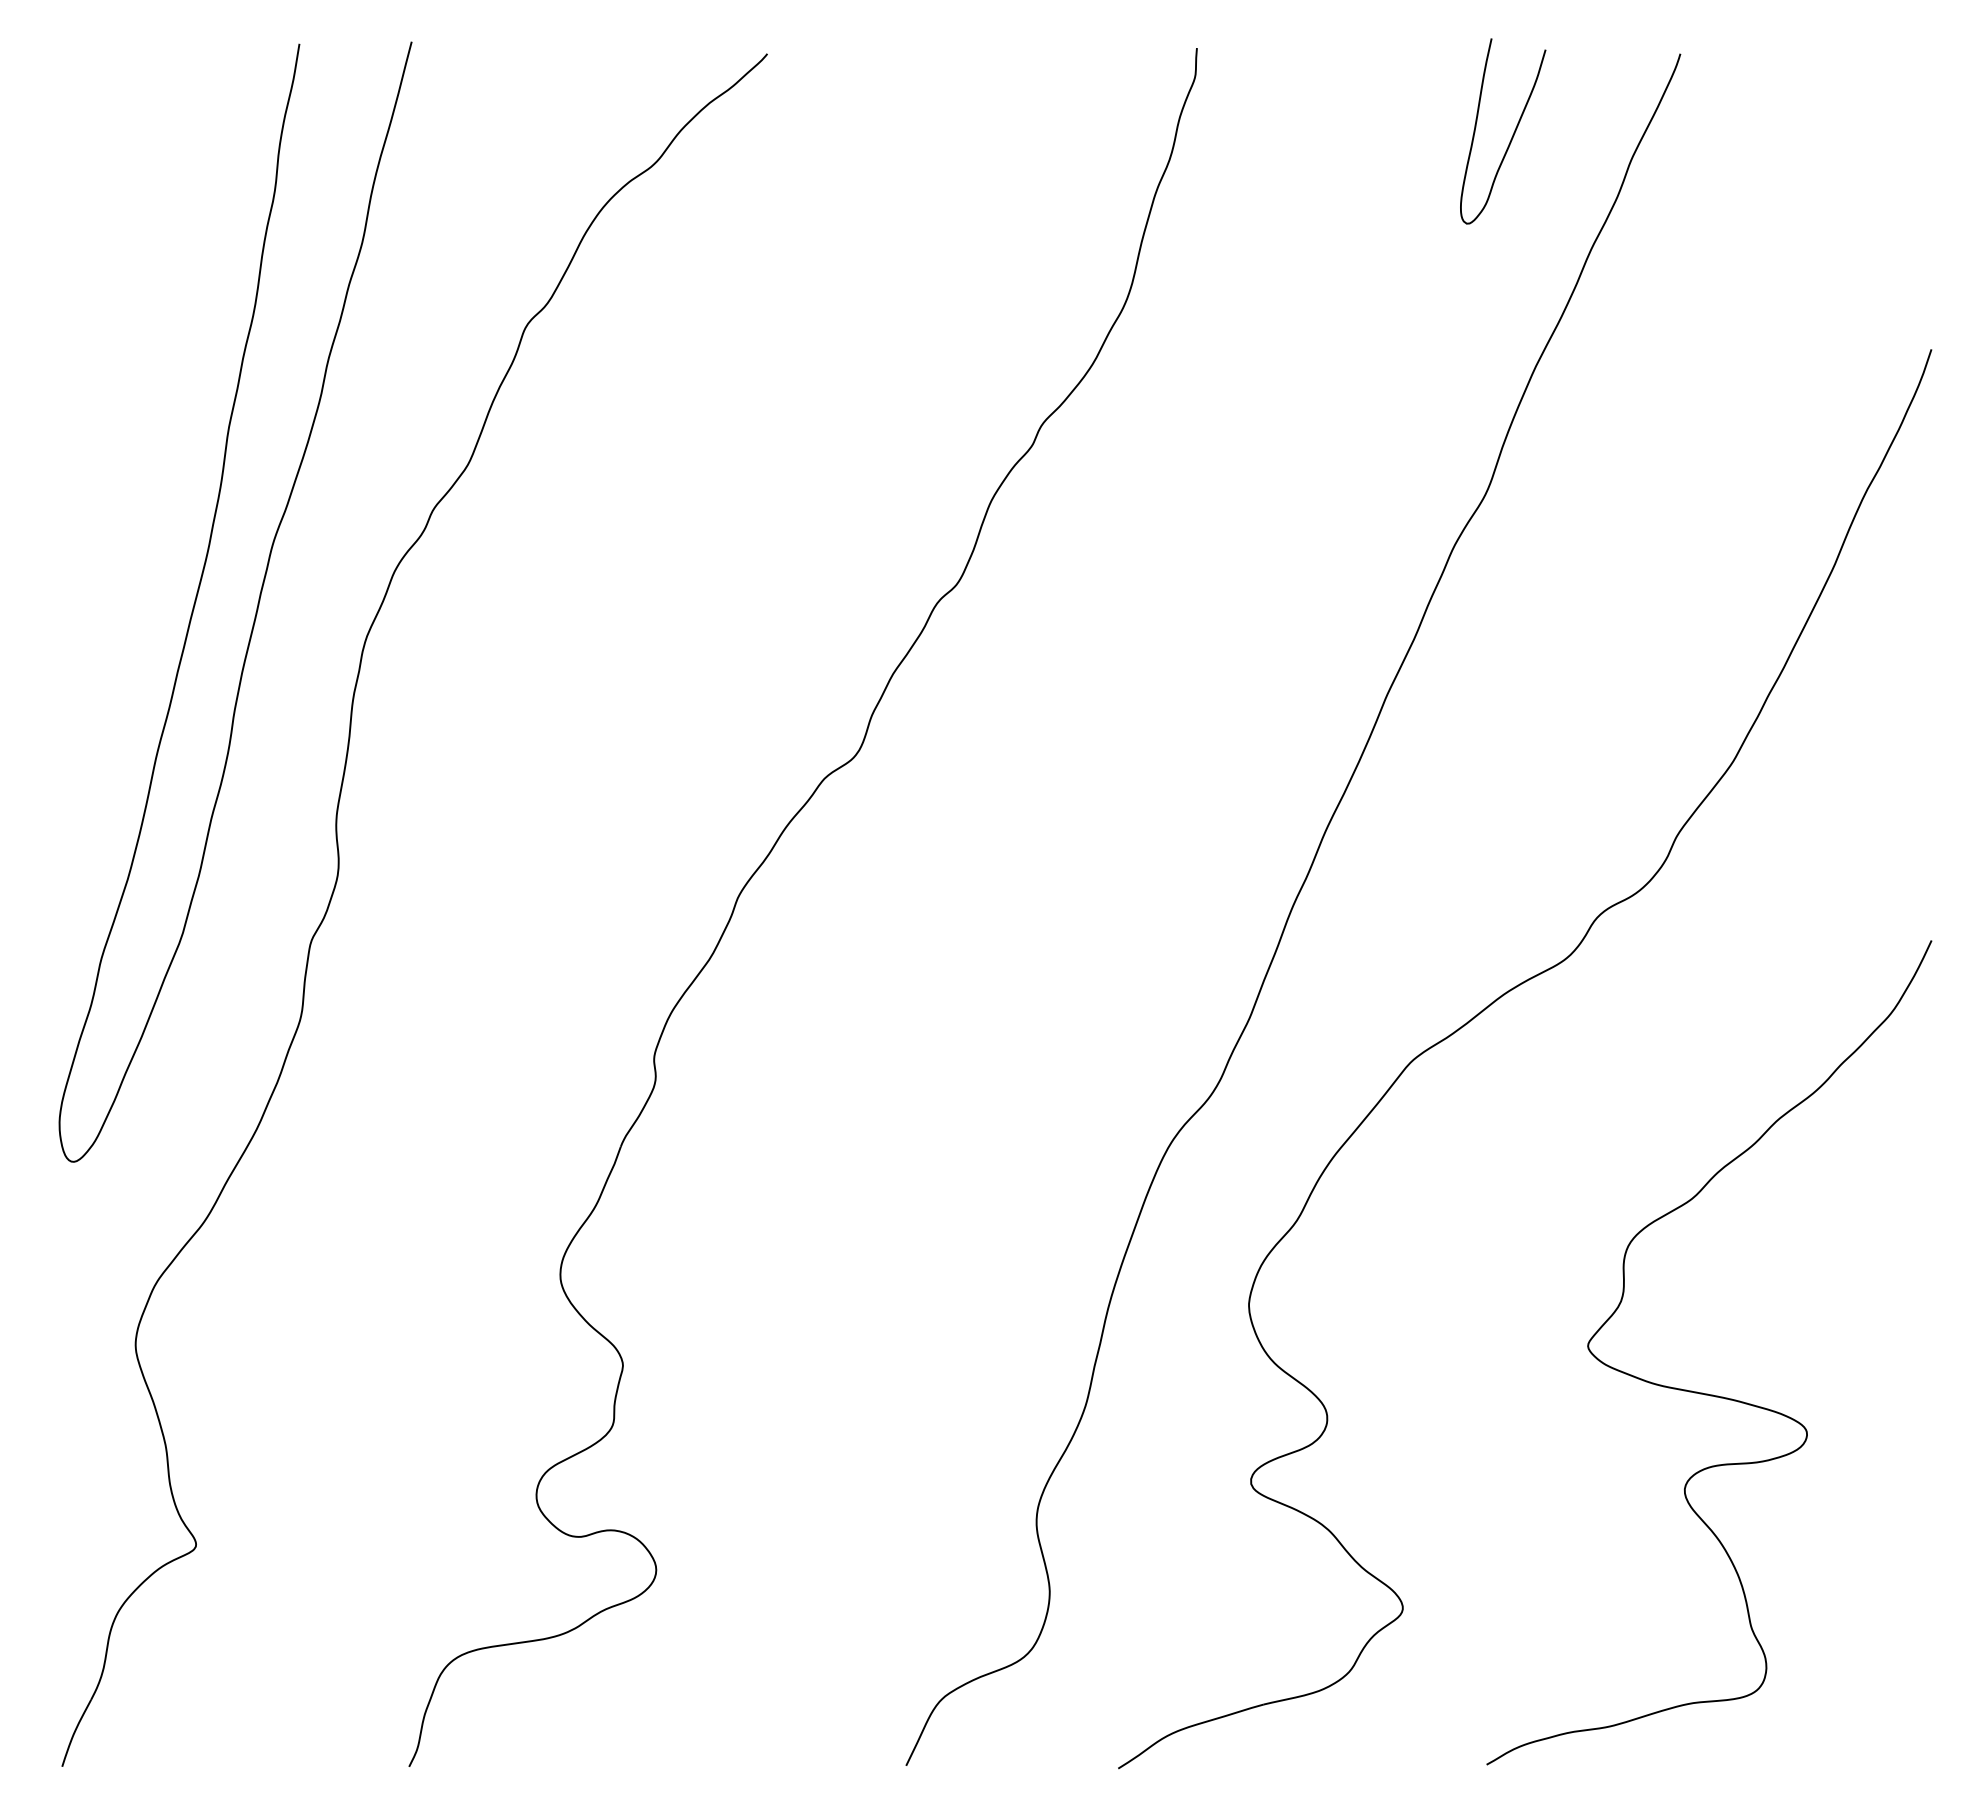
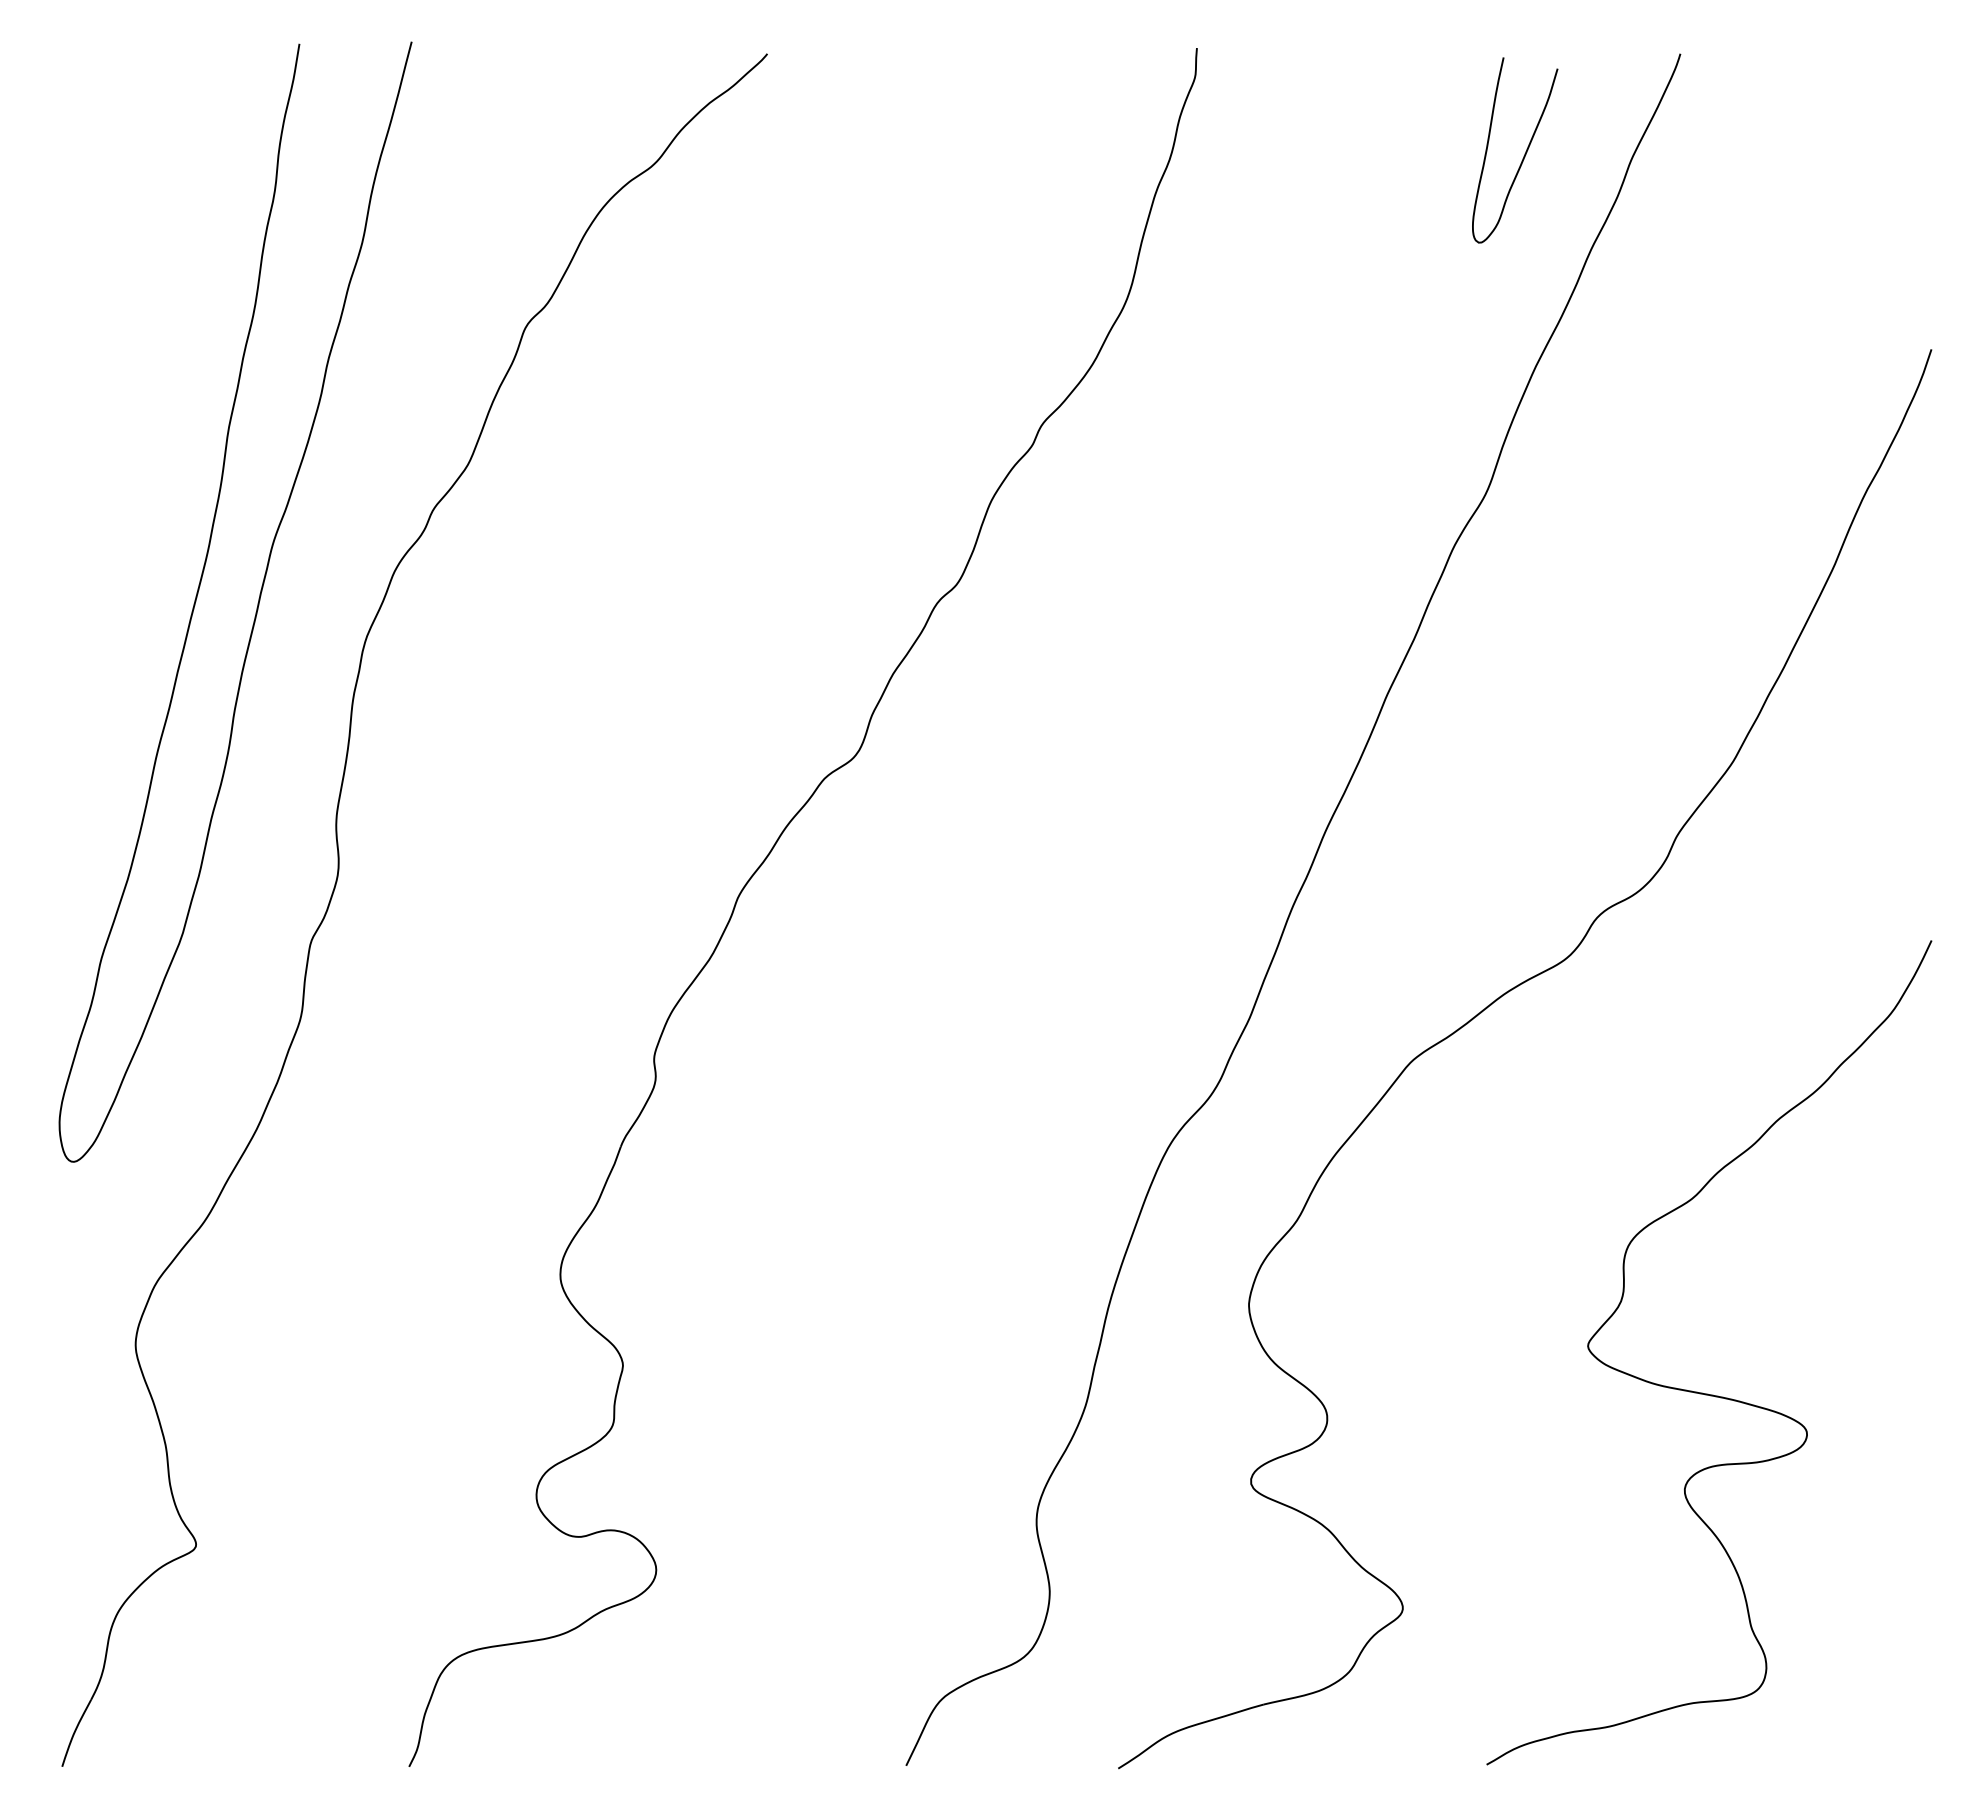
curve at (1512, 134) position: (1512, 134) -> (1524, 153)
